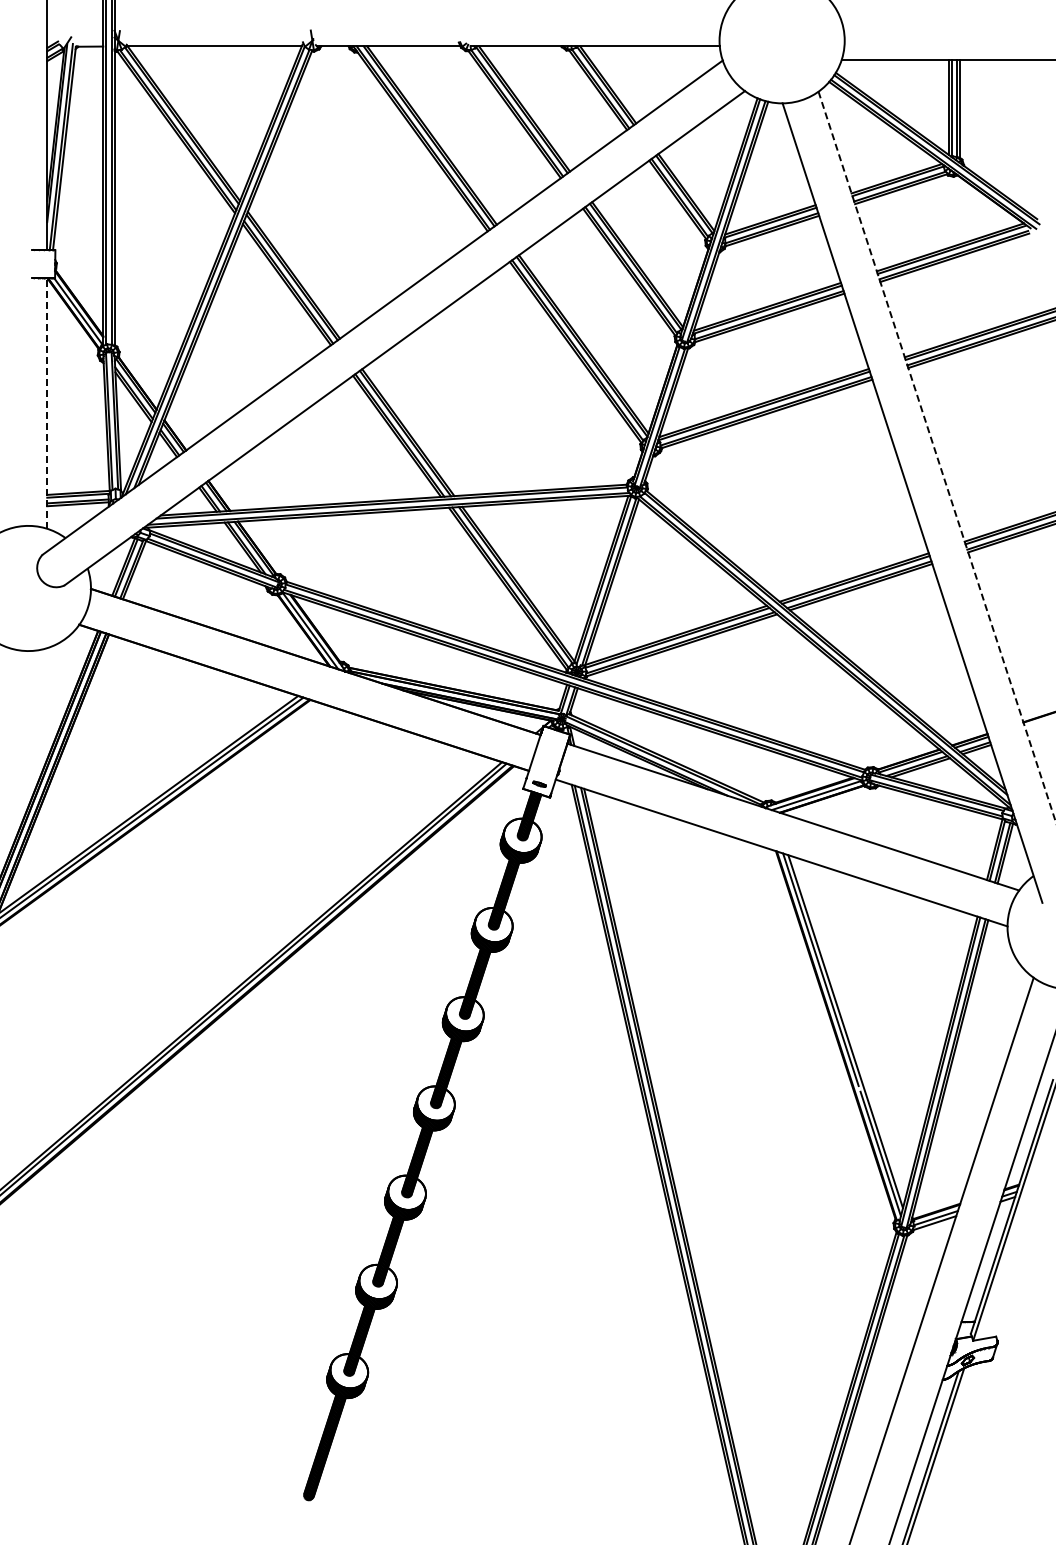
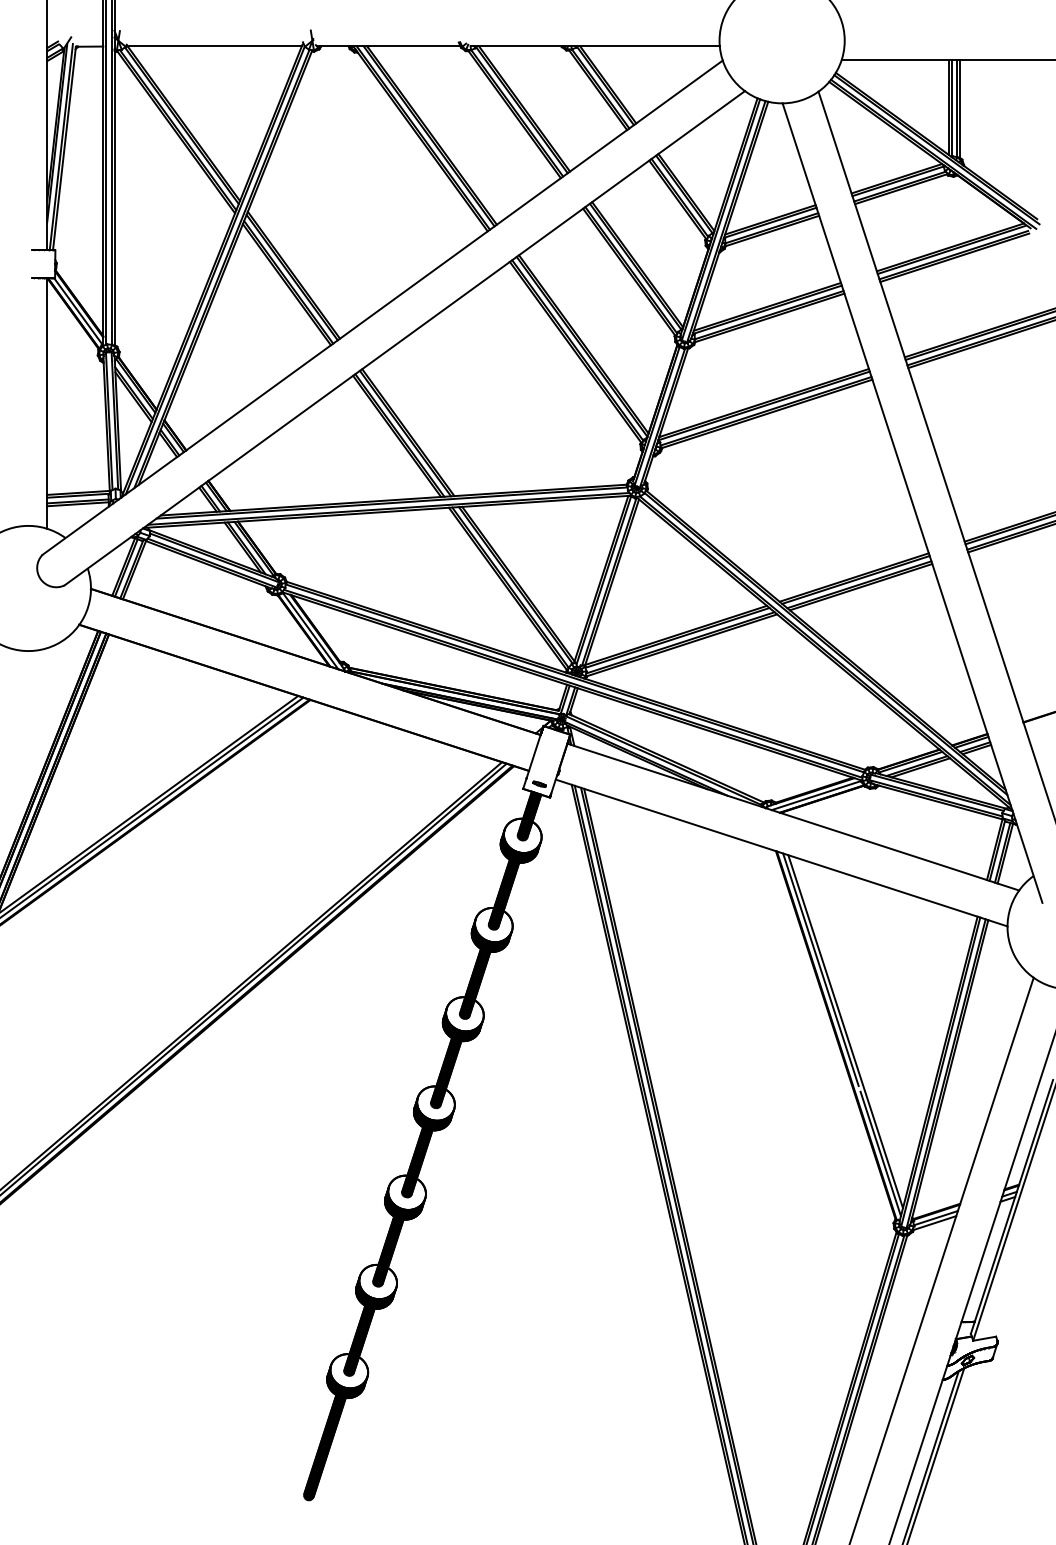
line at (47, 403): dashed -> solid
line at (937, 456): dashed -> solid
